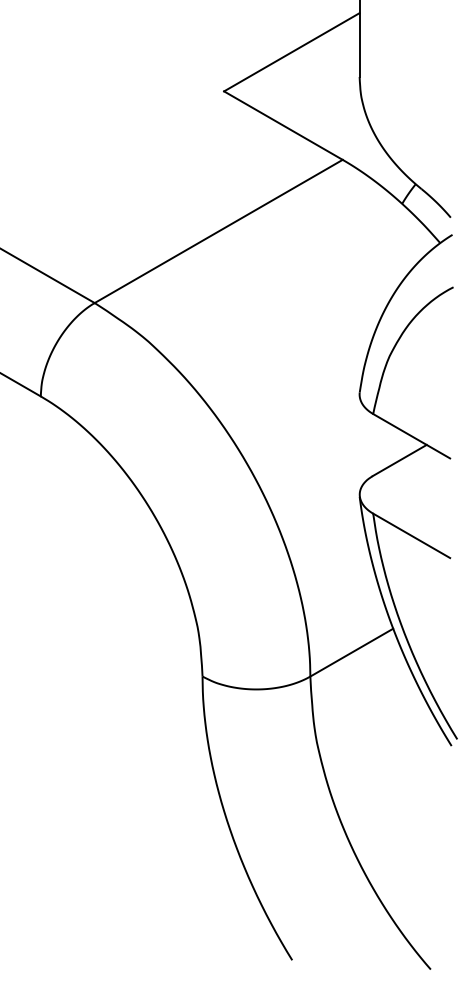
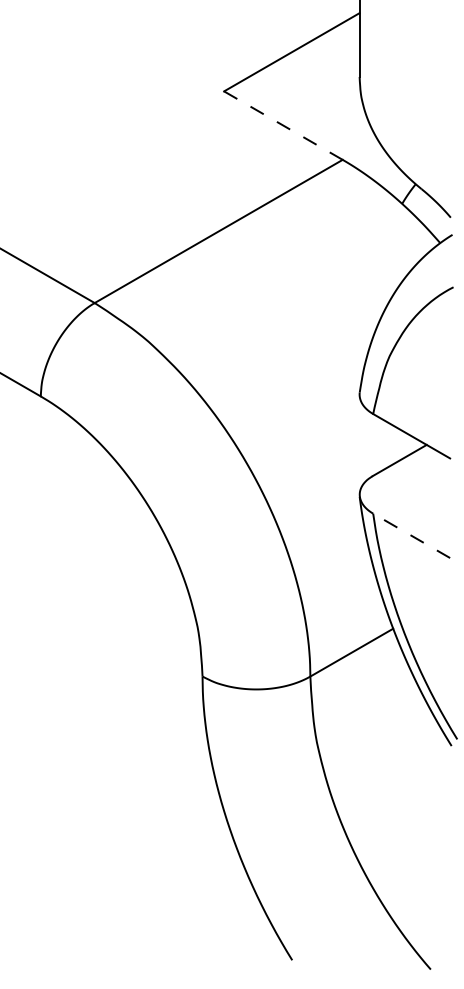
line at (283, 125): solid -> dashed
line at (411, 535): solid -> dashed
